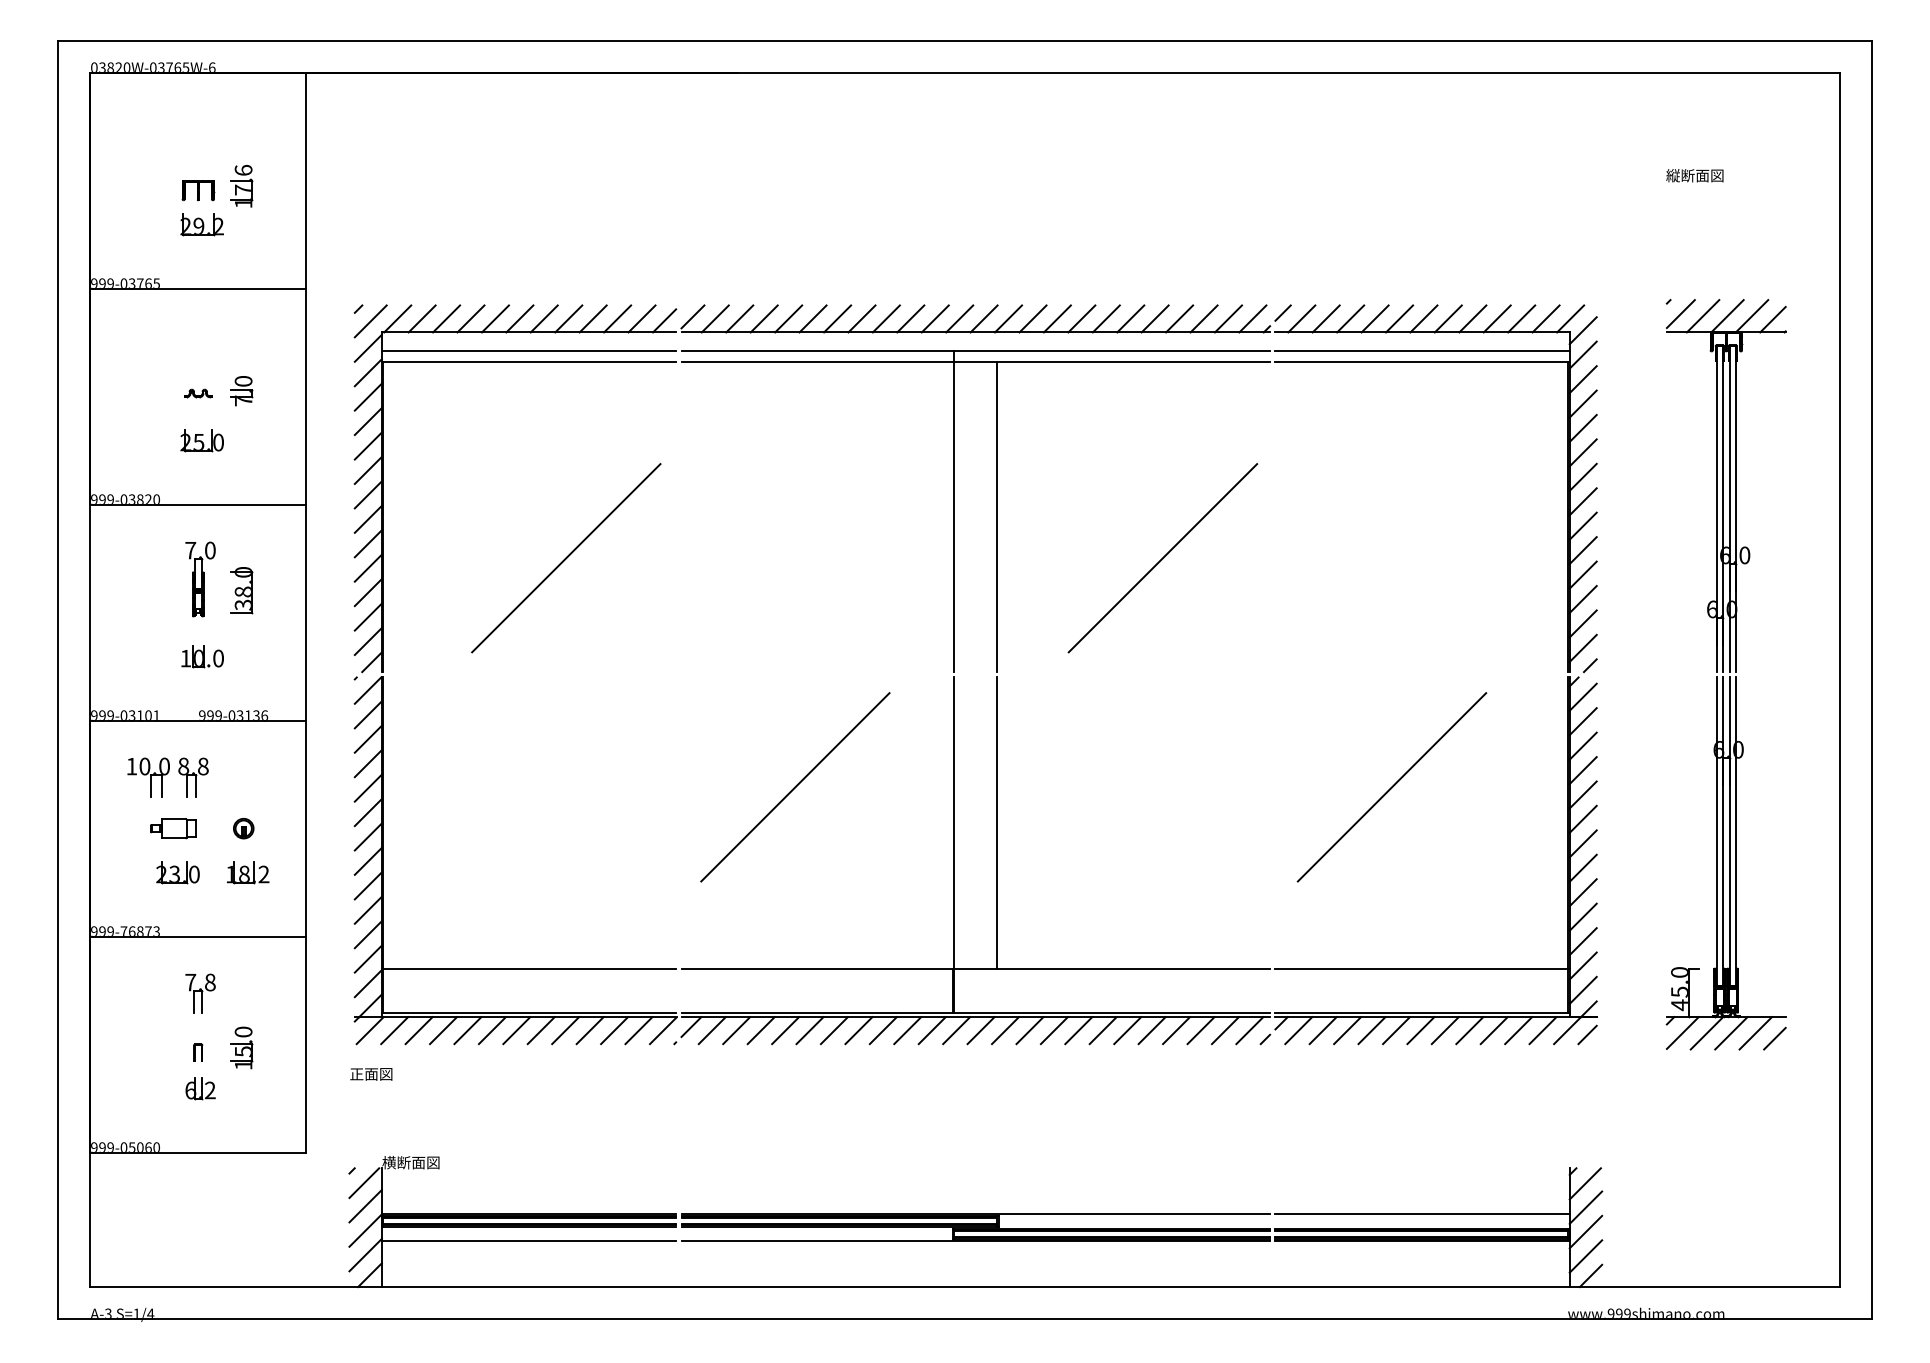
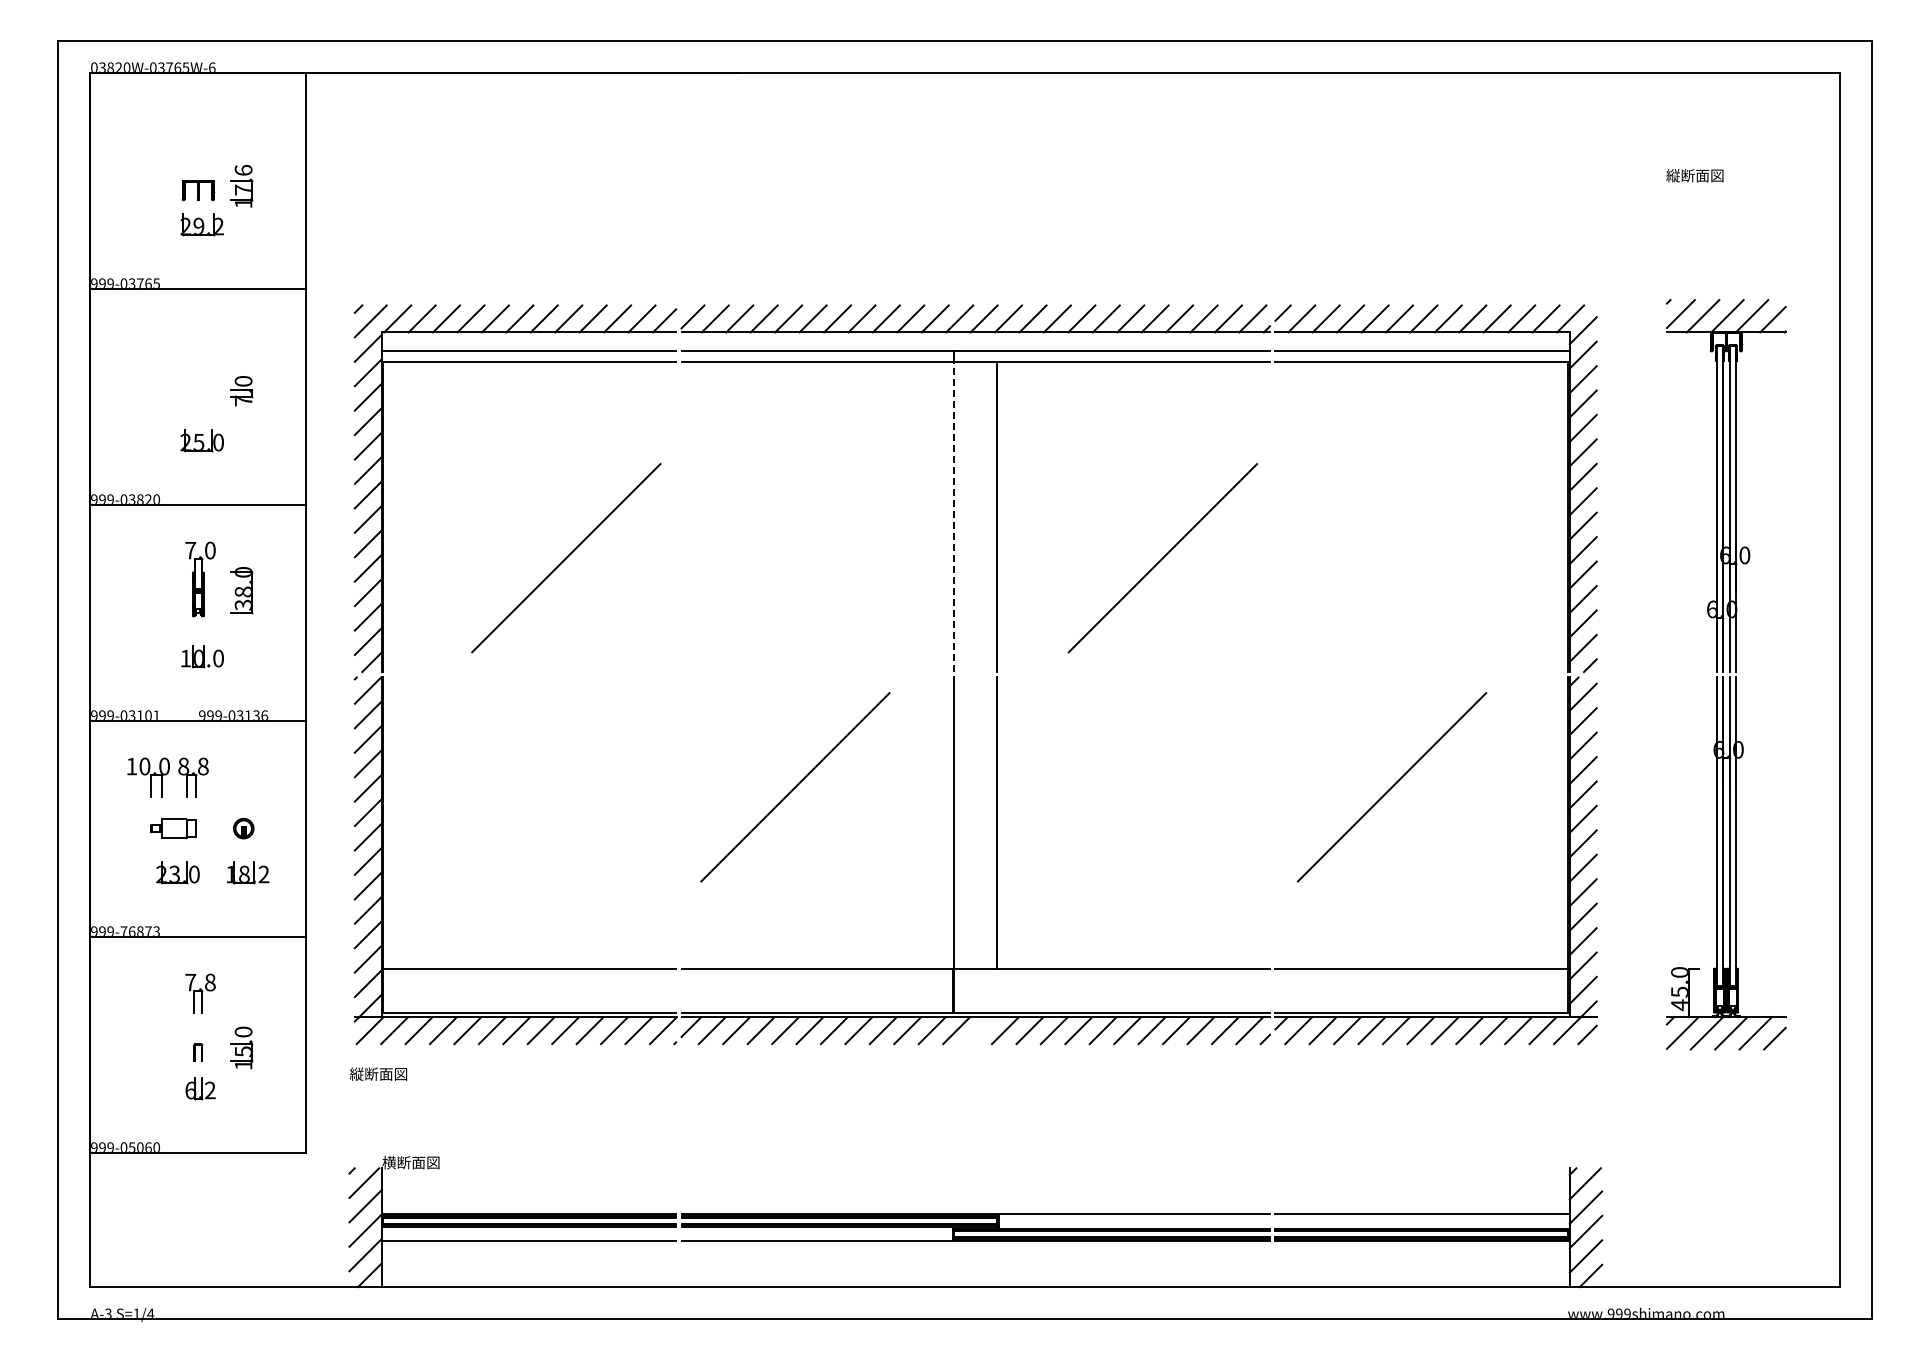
part at (198, 393): present -> none
line at (954, 516): solid -> dashed
line at (980, 1030): present -> none
text at (378, 1073): 正面図 -> 縦断面図
